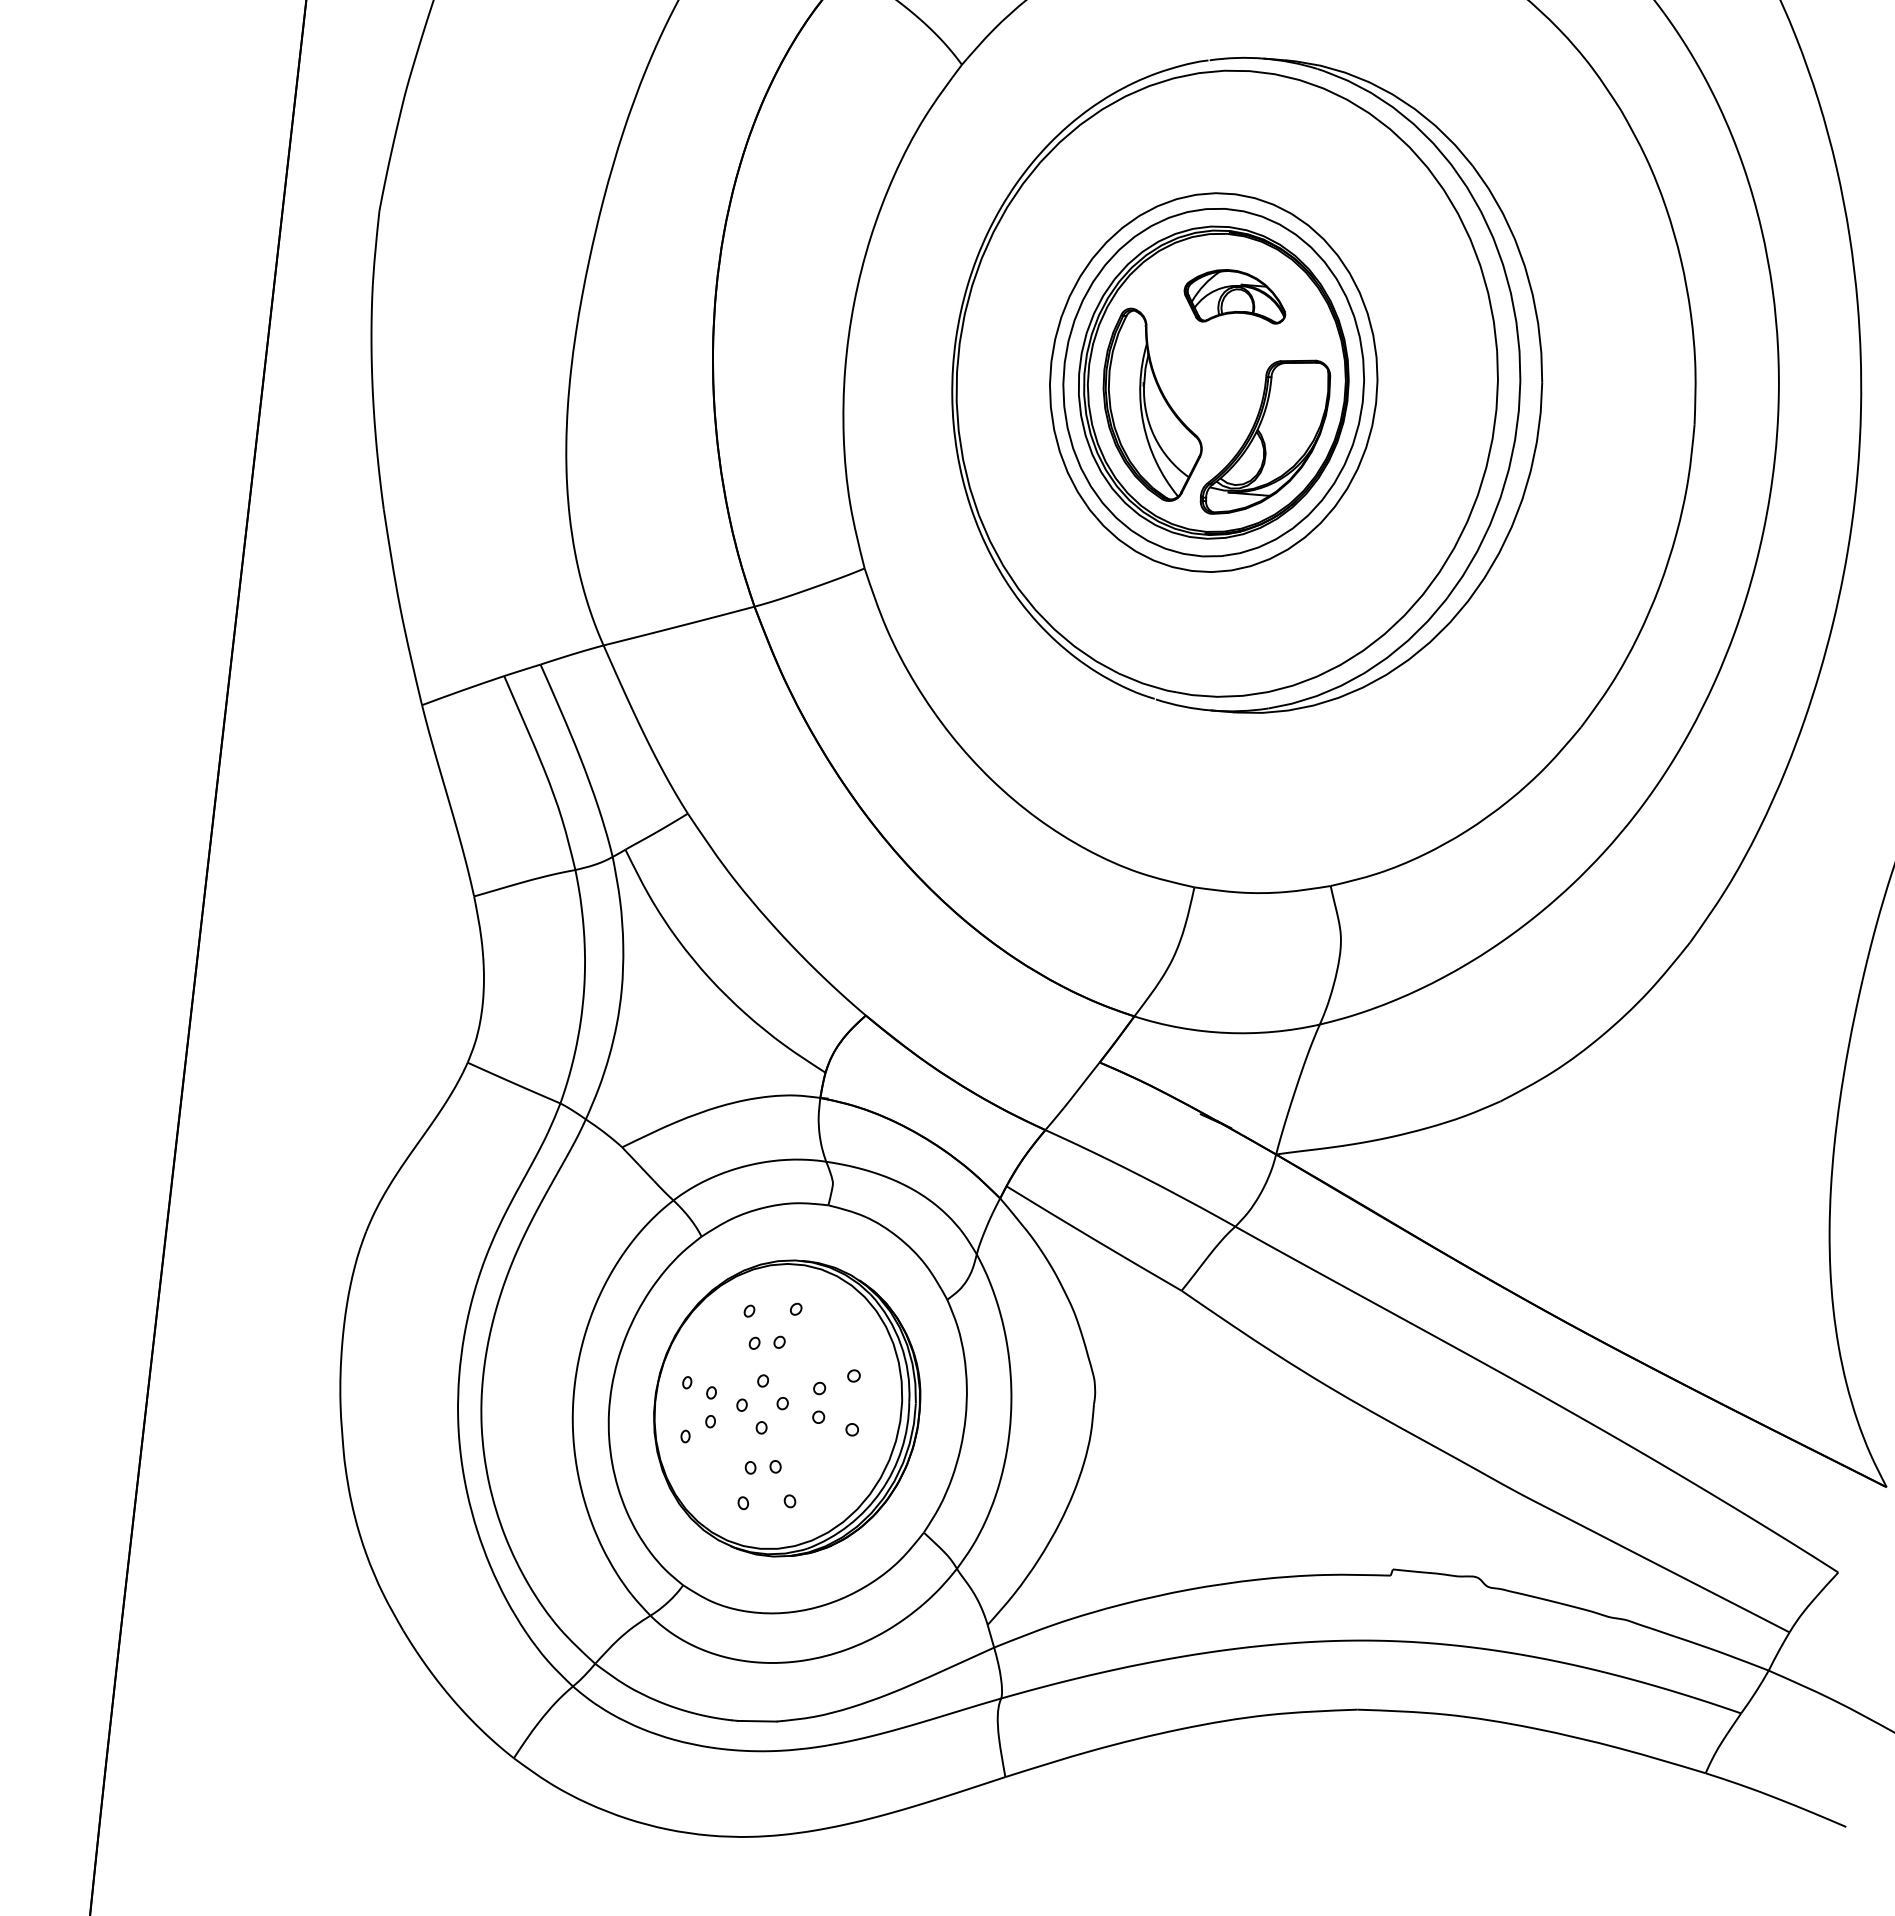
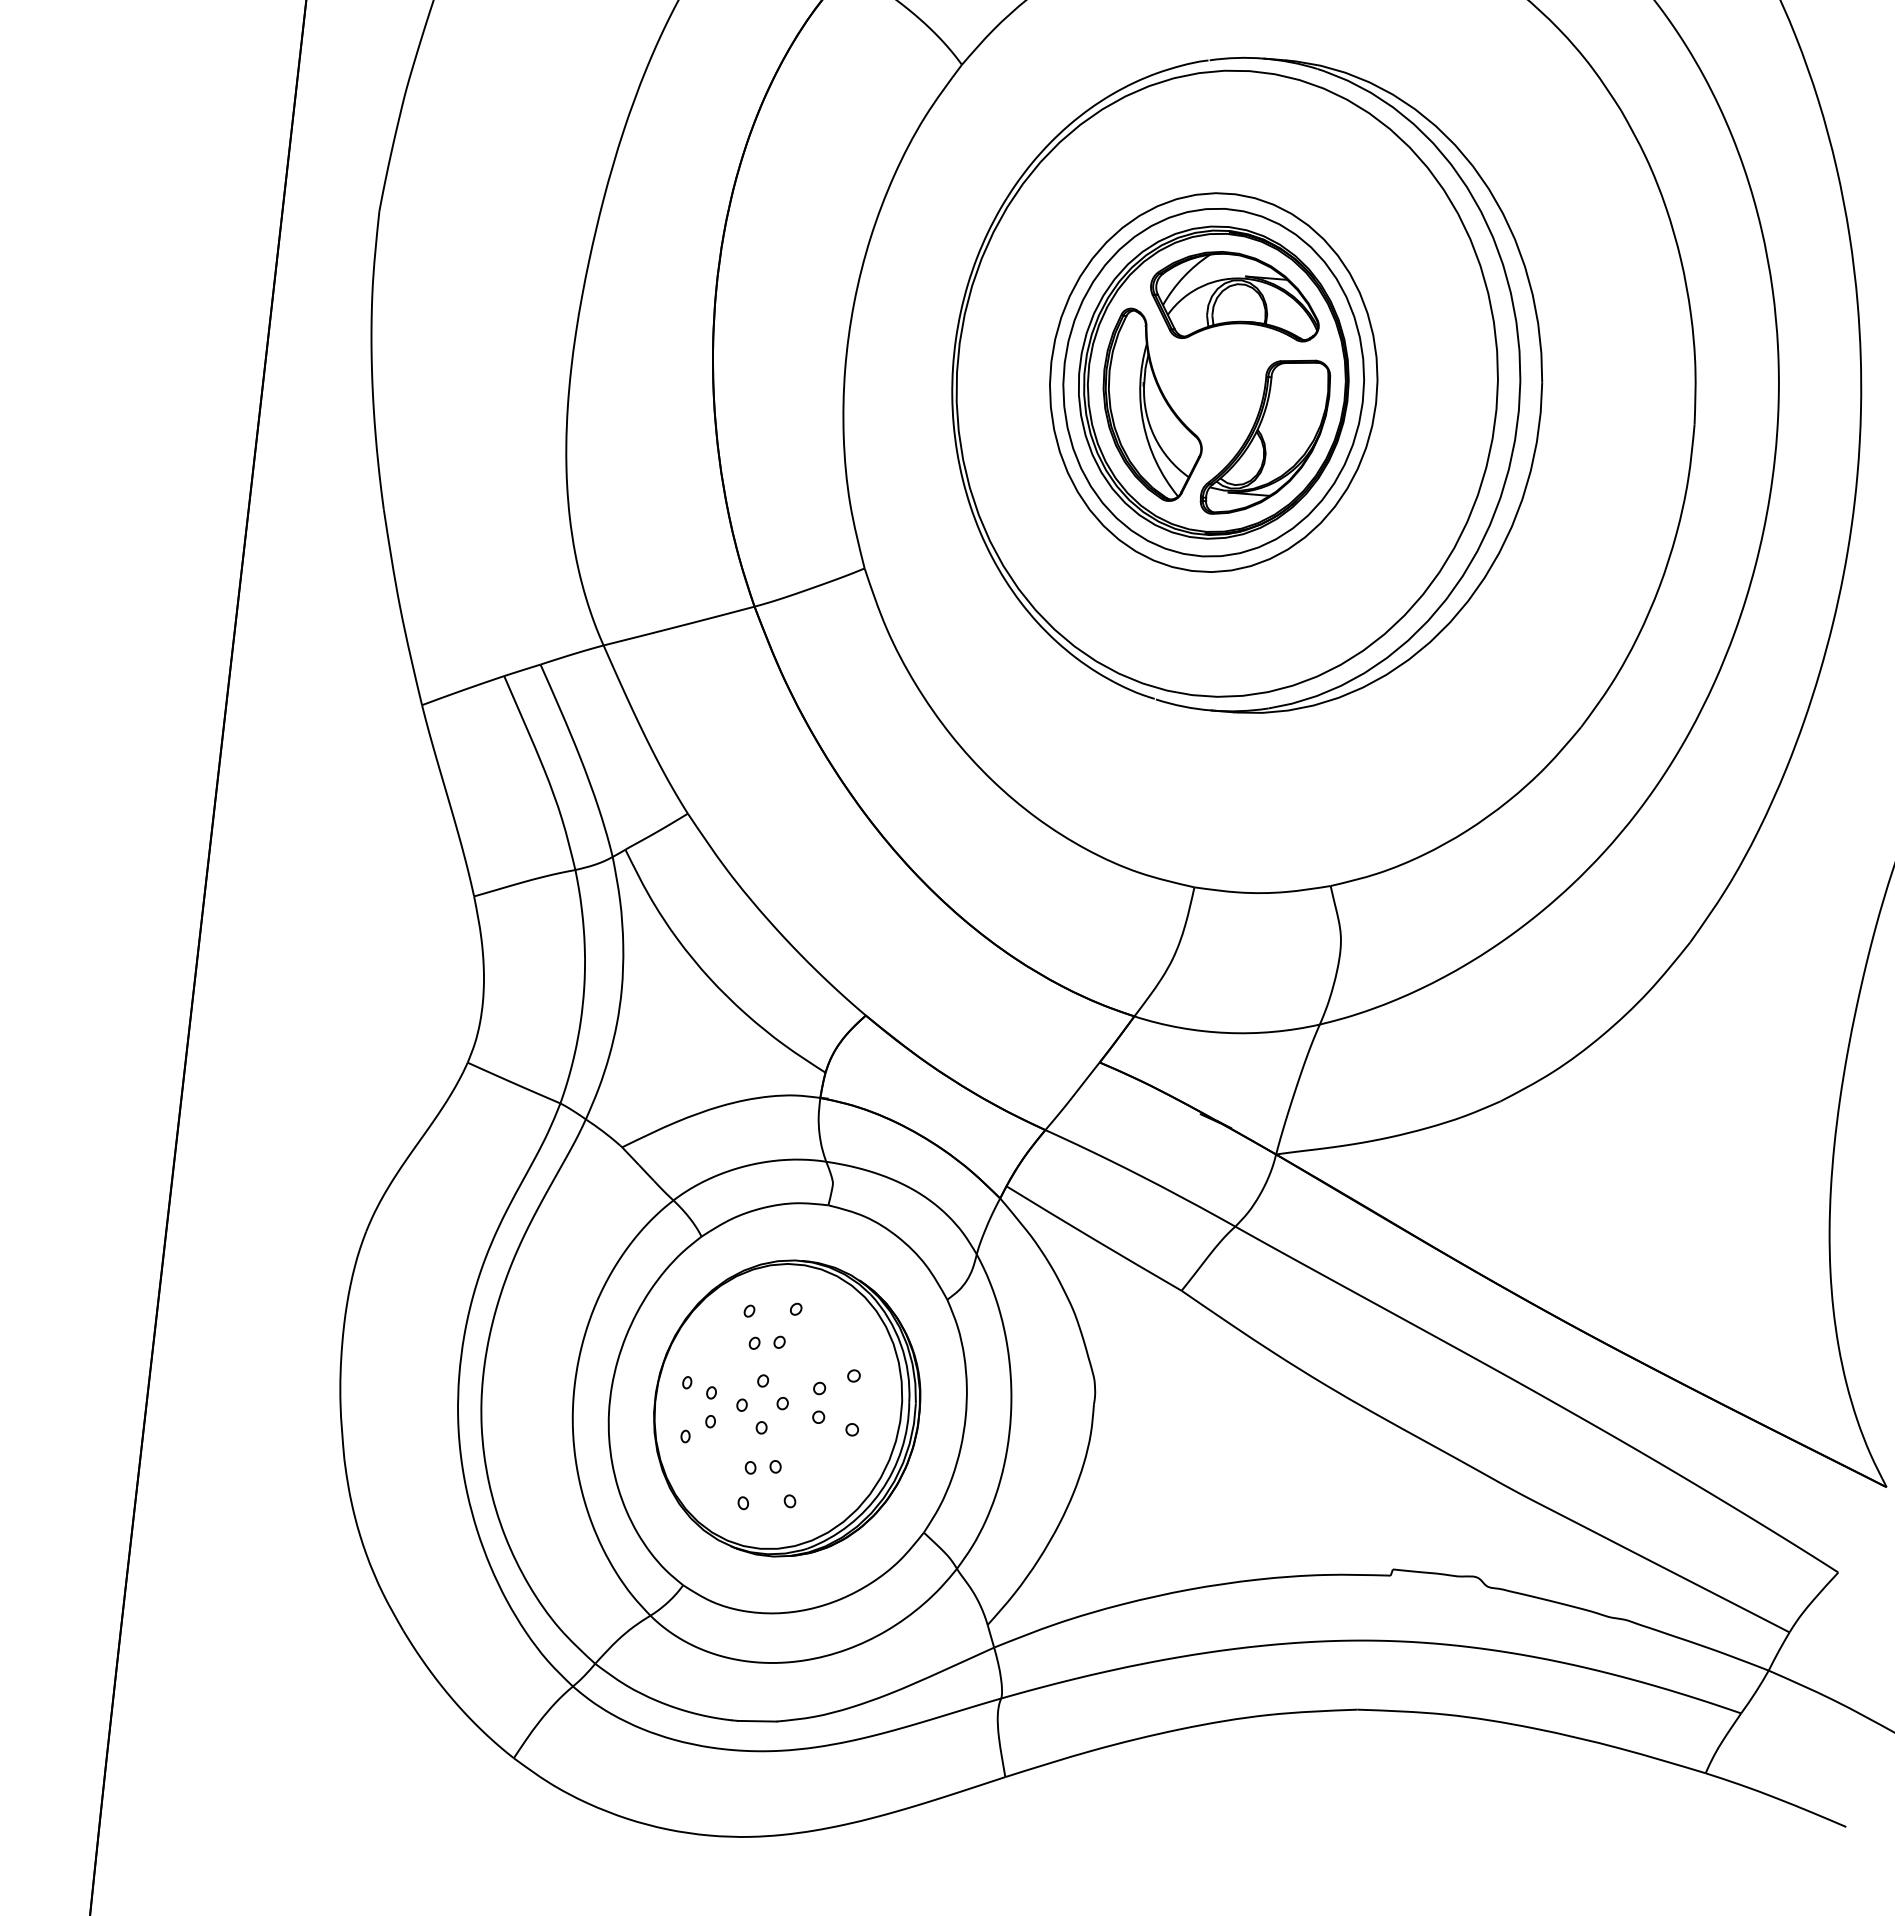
part at (1234, 296) size: 104x56 px -> 170x92 px
